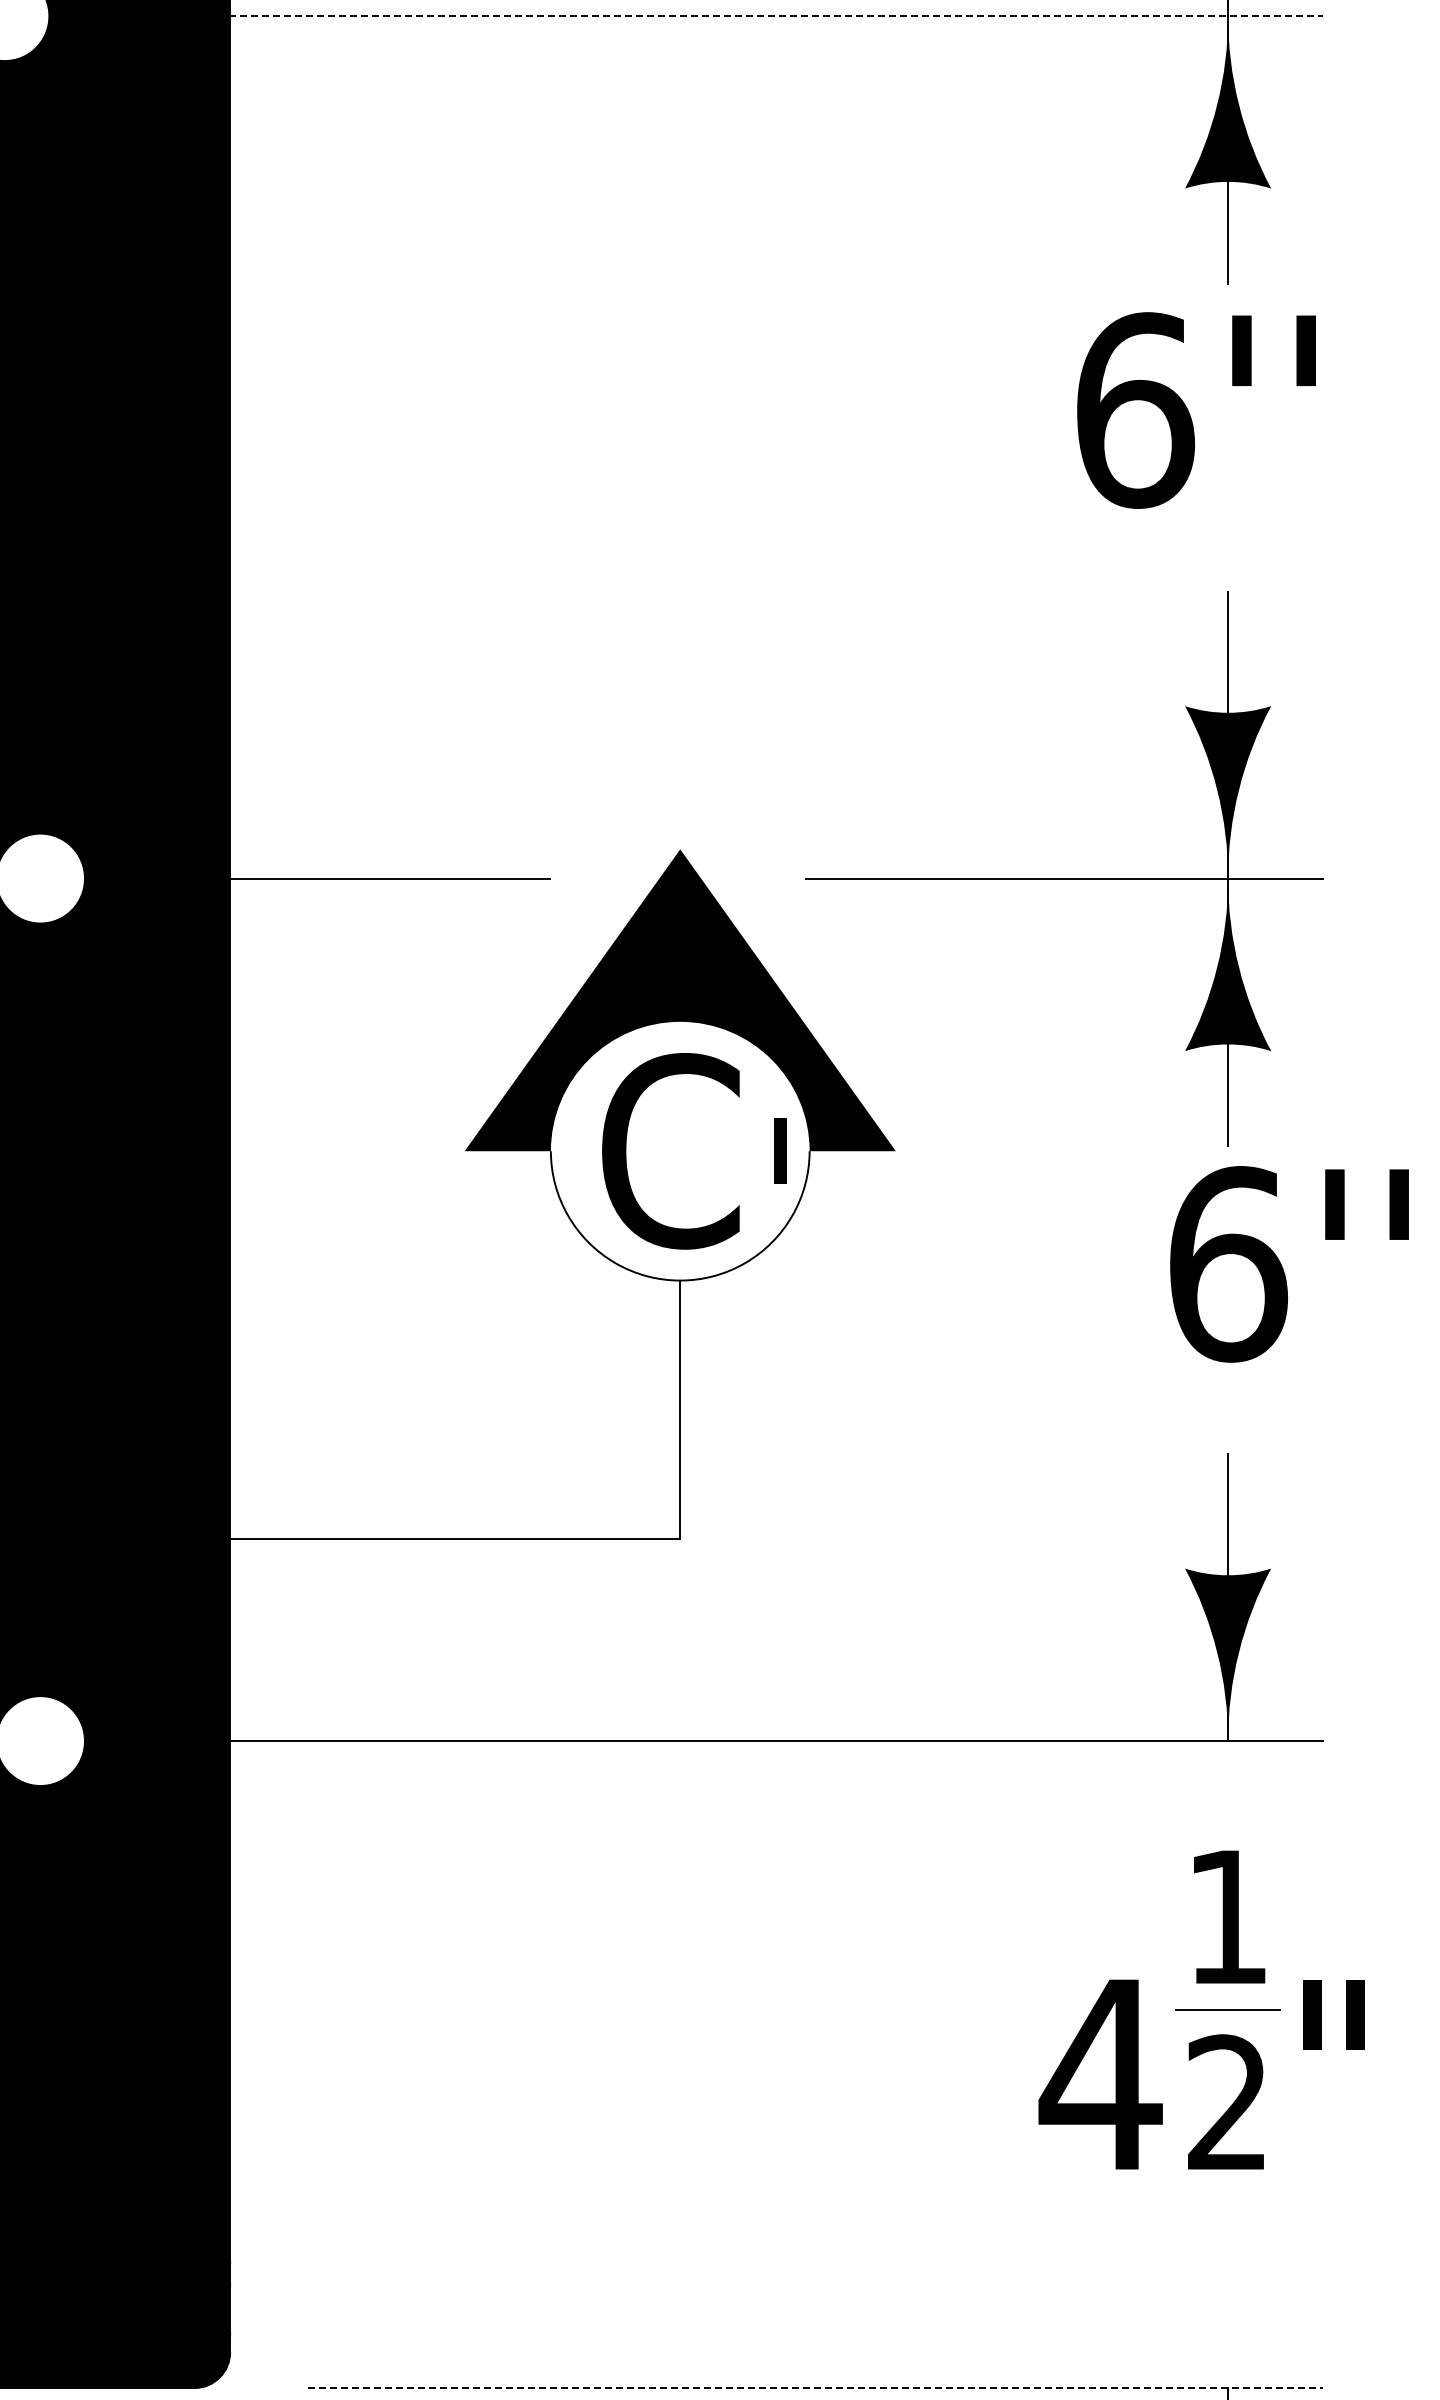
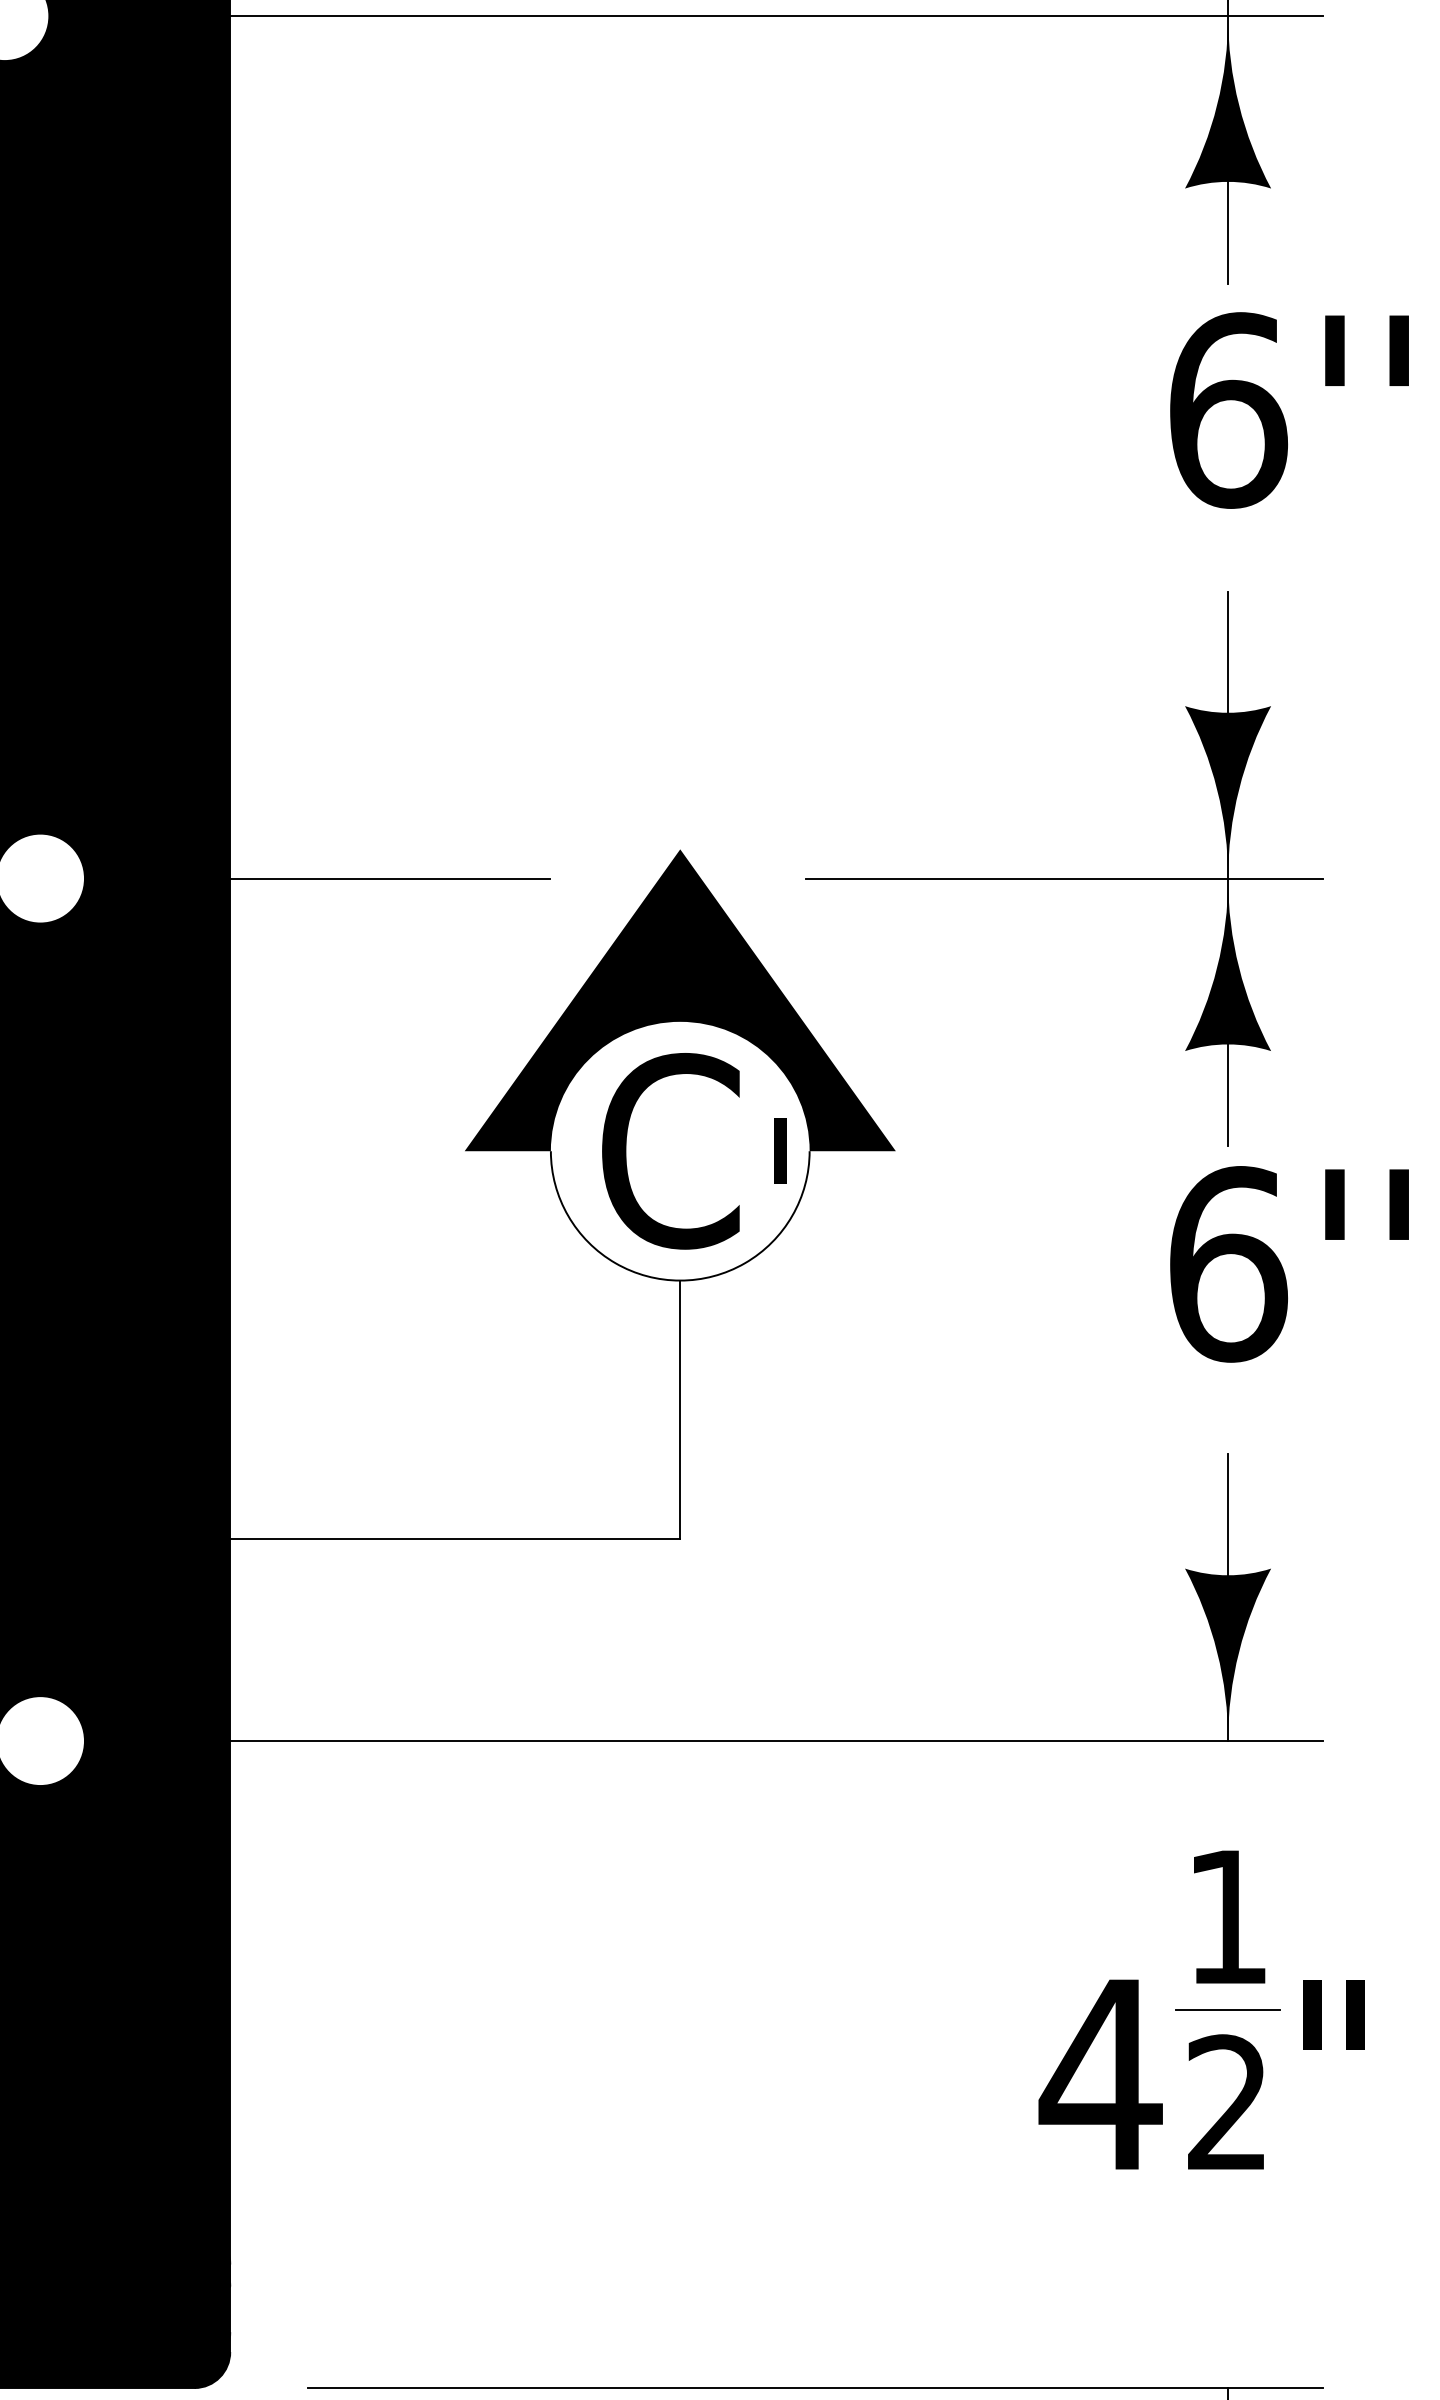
line at (721, 16): dashed -> solid
text at (1196, 410) position: (1196, 410) -> (1289, 410)
line at (816, 2387): dashed -> solid
